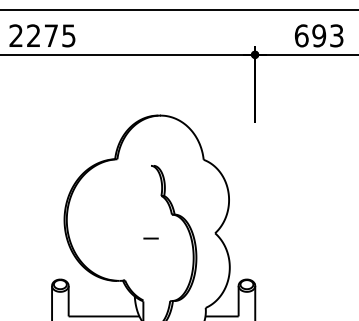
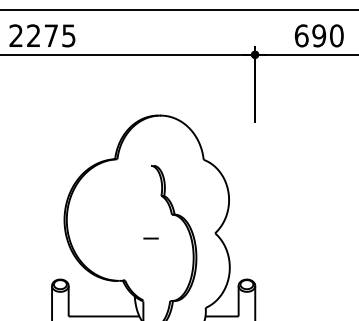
text at (336, 35): 693 -> 690
